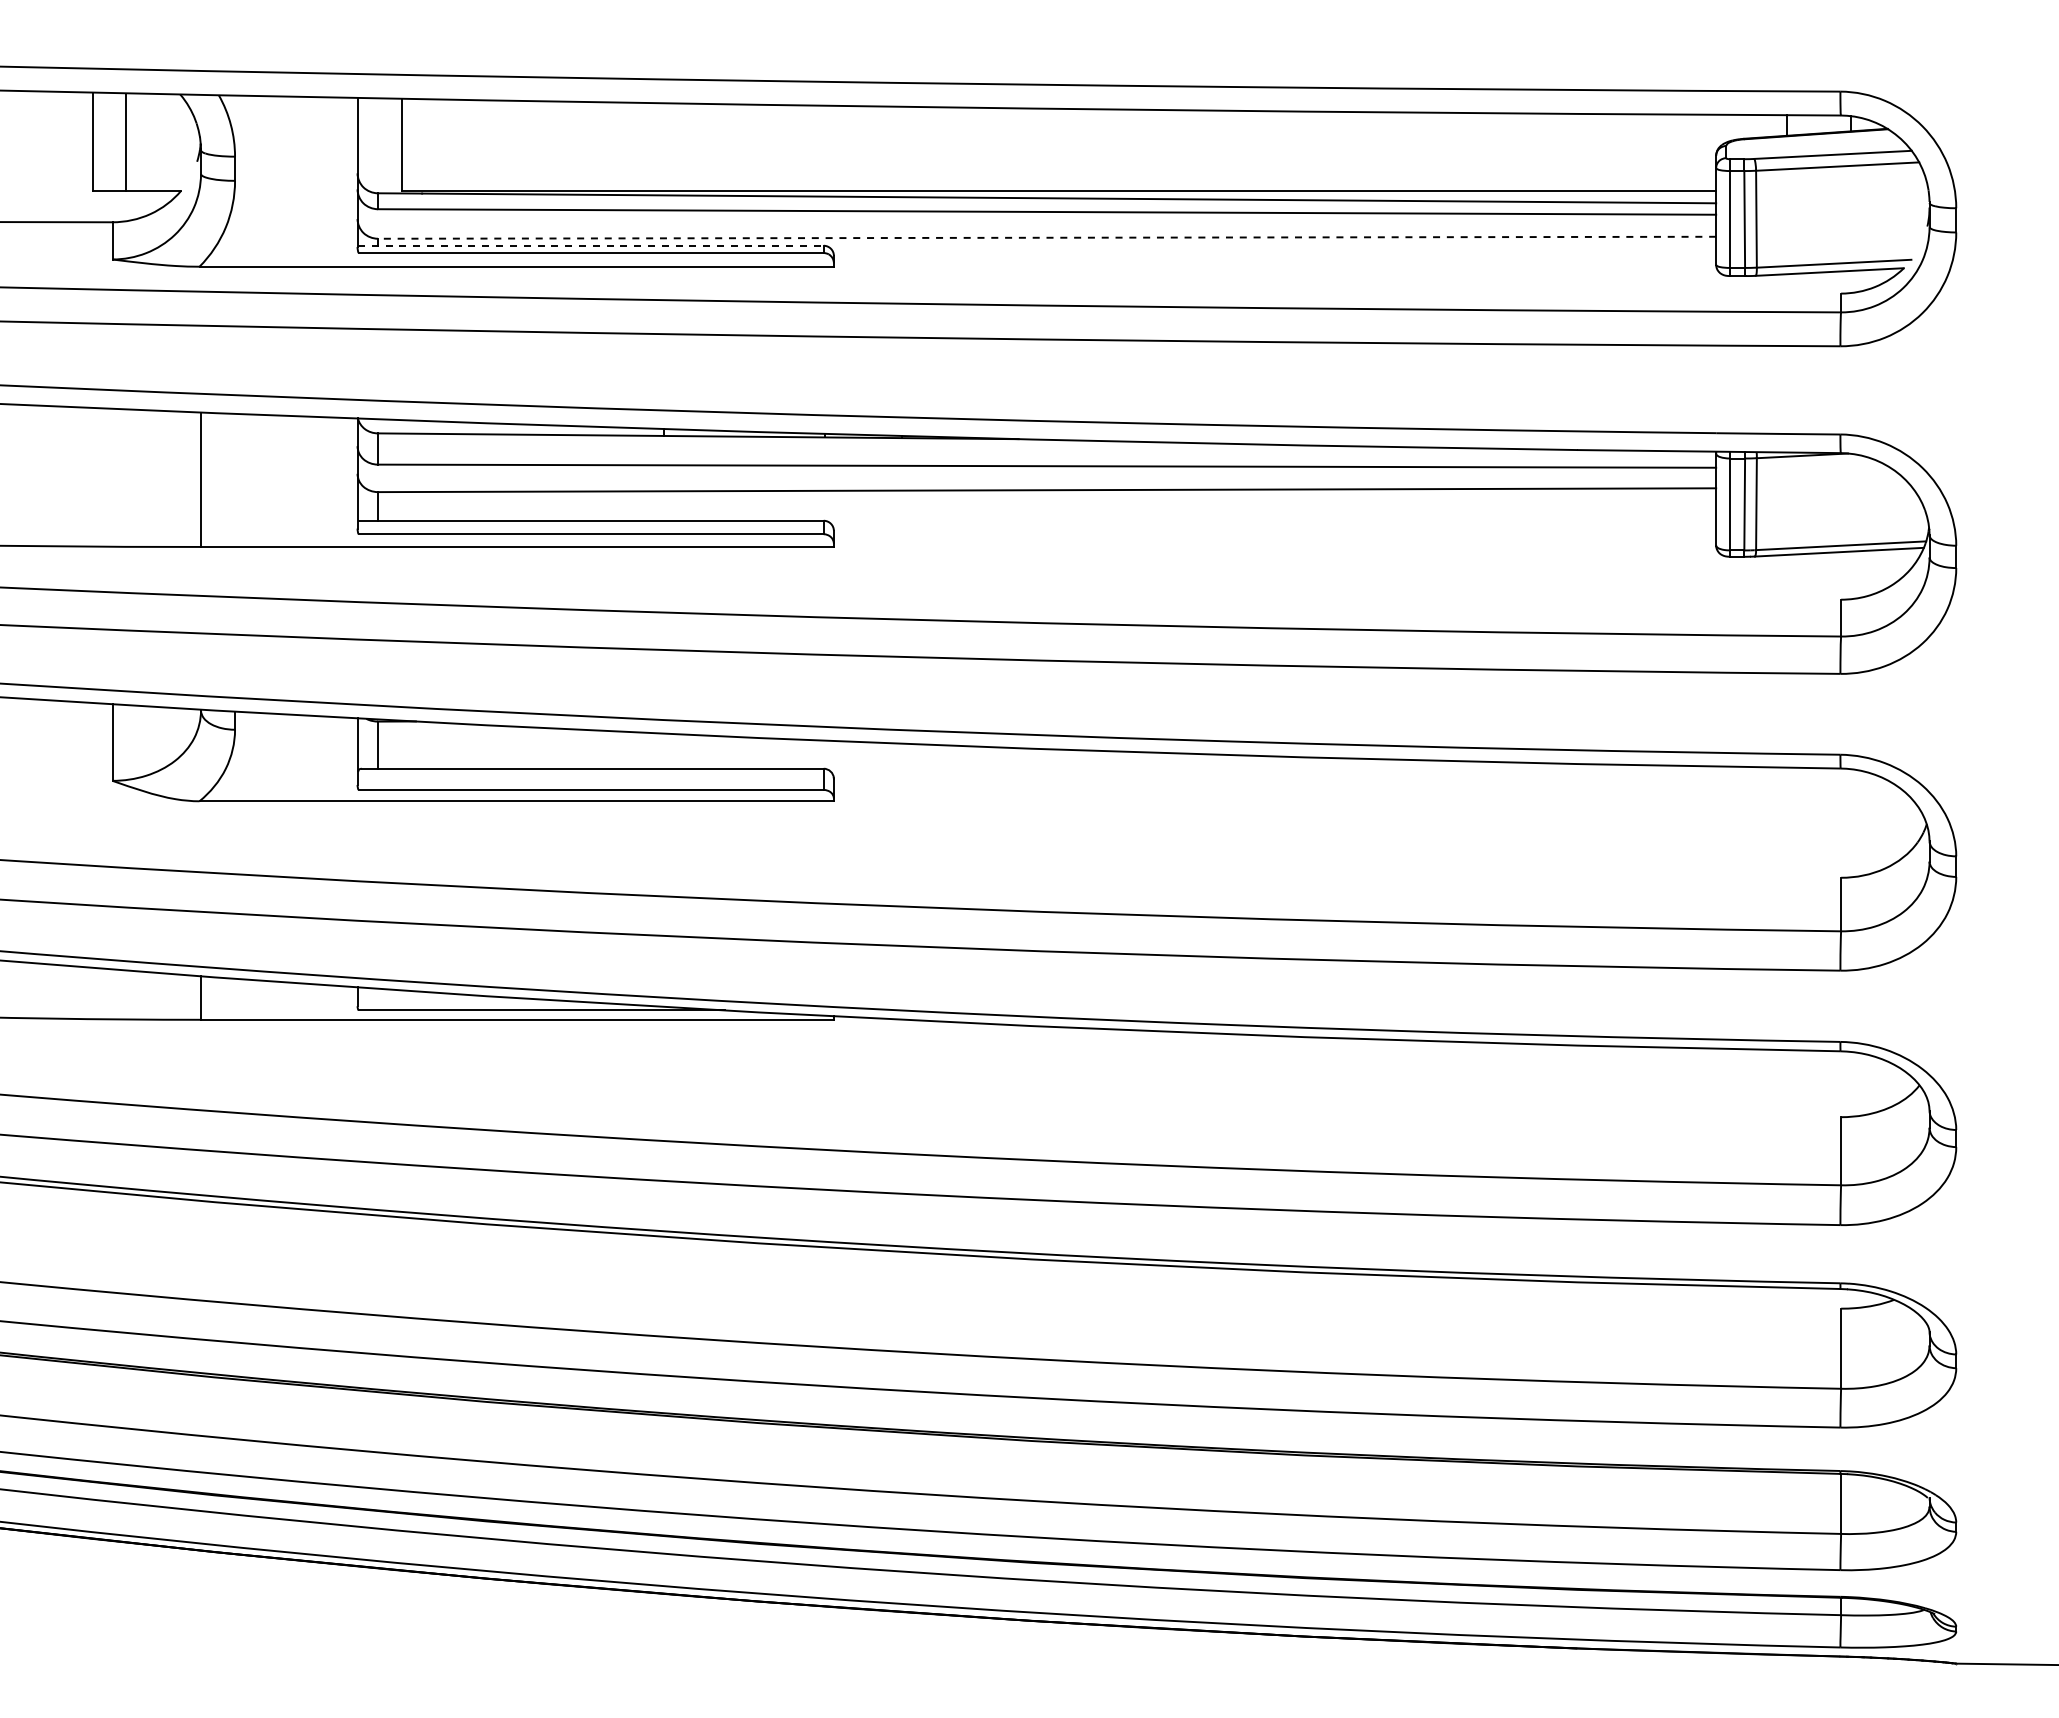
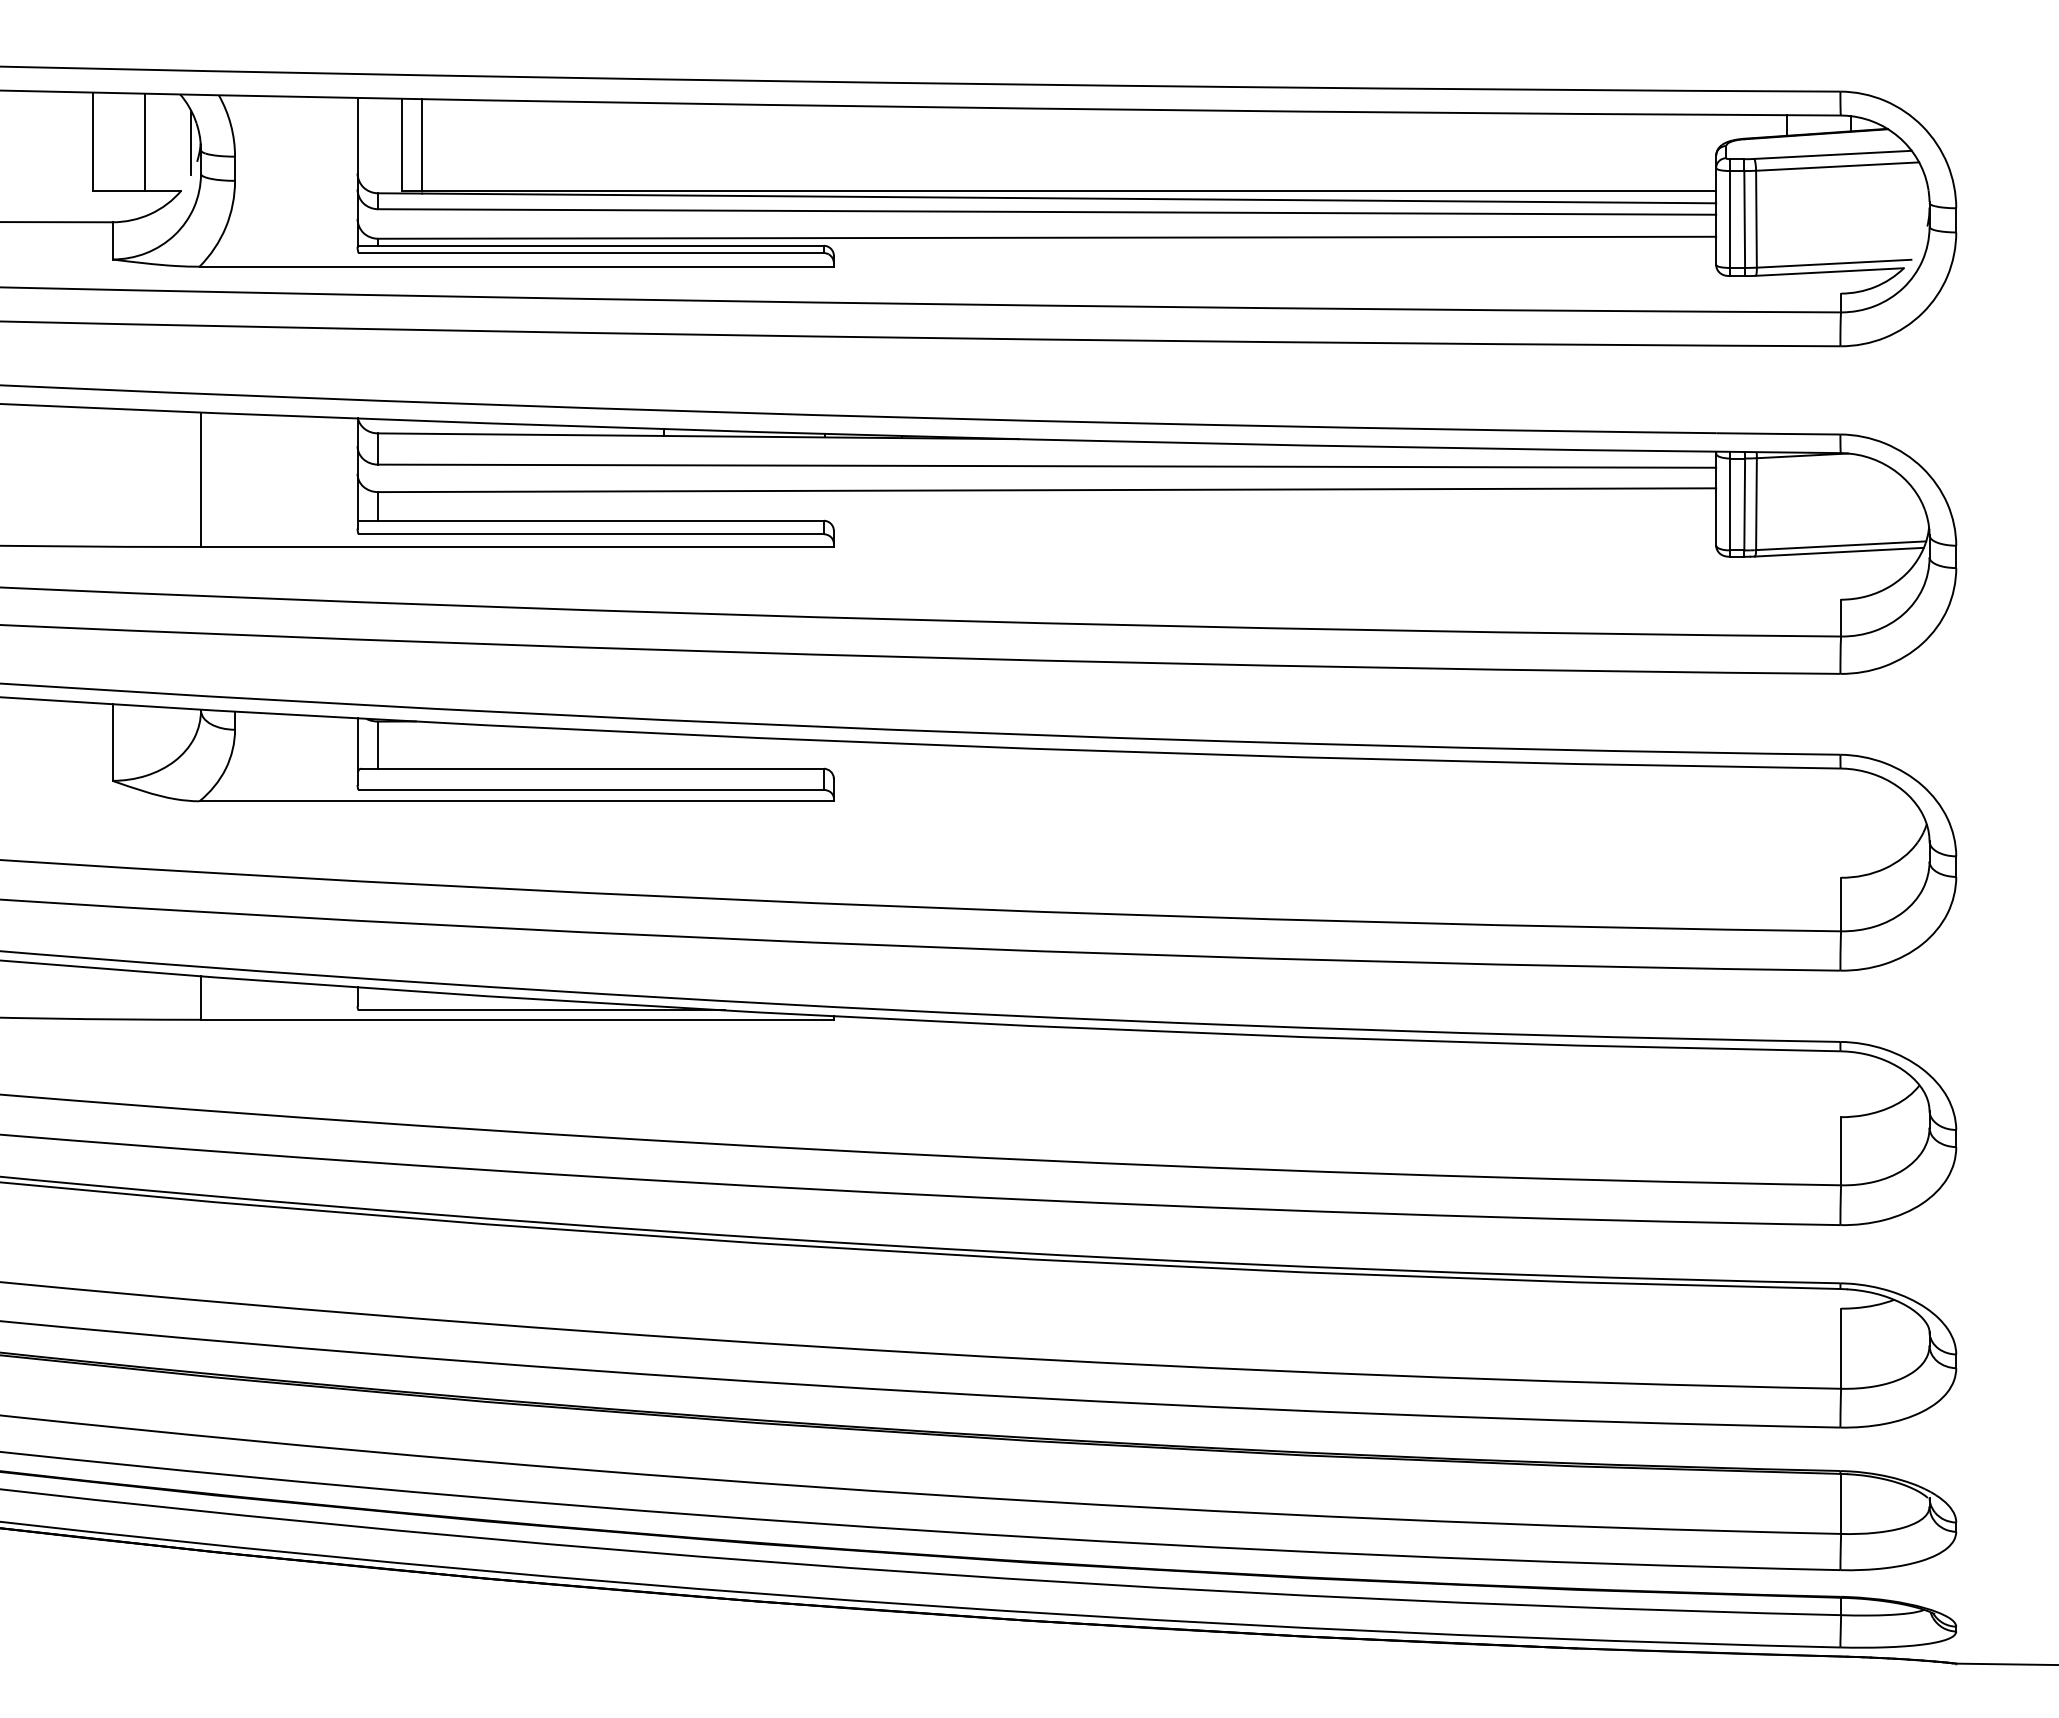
line at (125, 141) position: (125, 141) -> (144, 141)
line at (191, 143): none -> present
line at (422, 144): none -> present
line at (1046, 237): dashed -> solid
line at (590, 245): dashed -> solid
